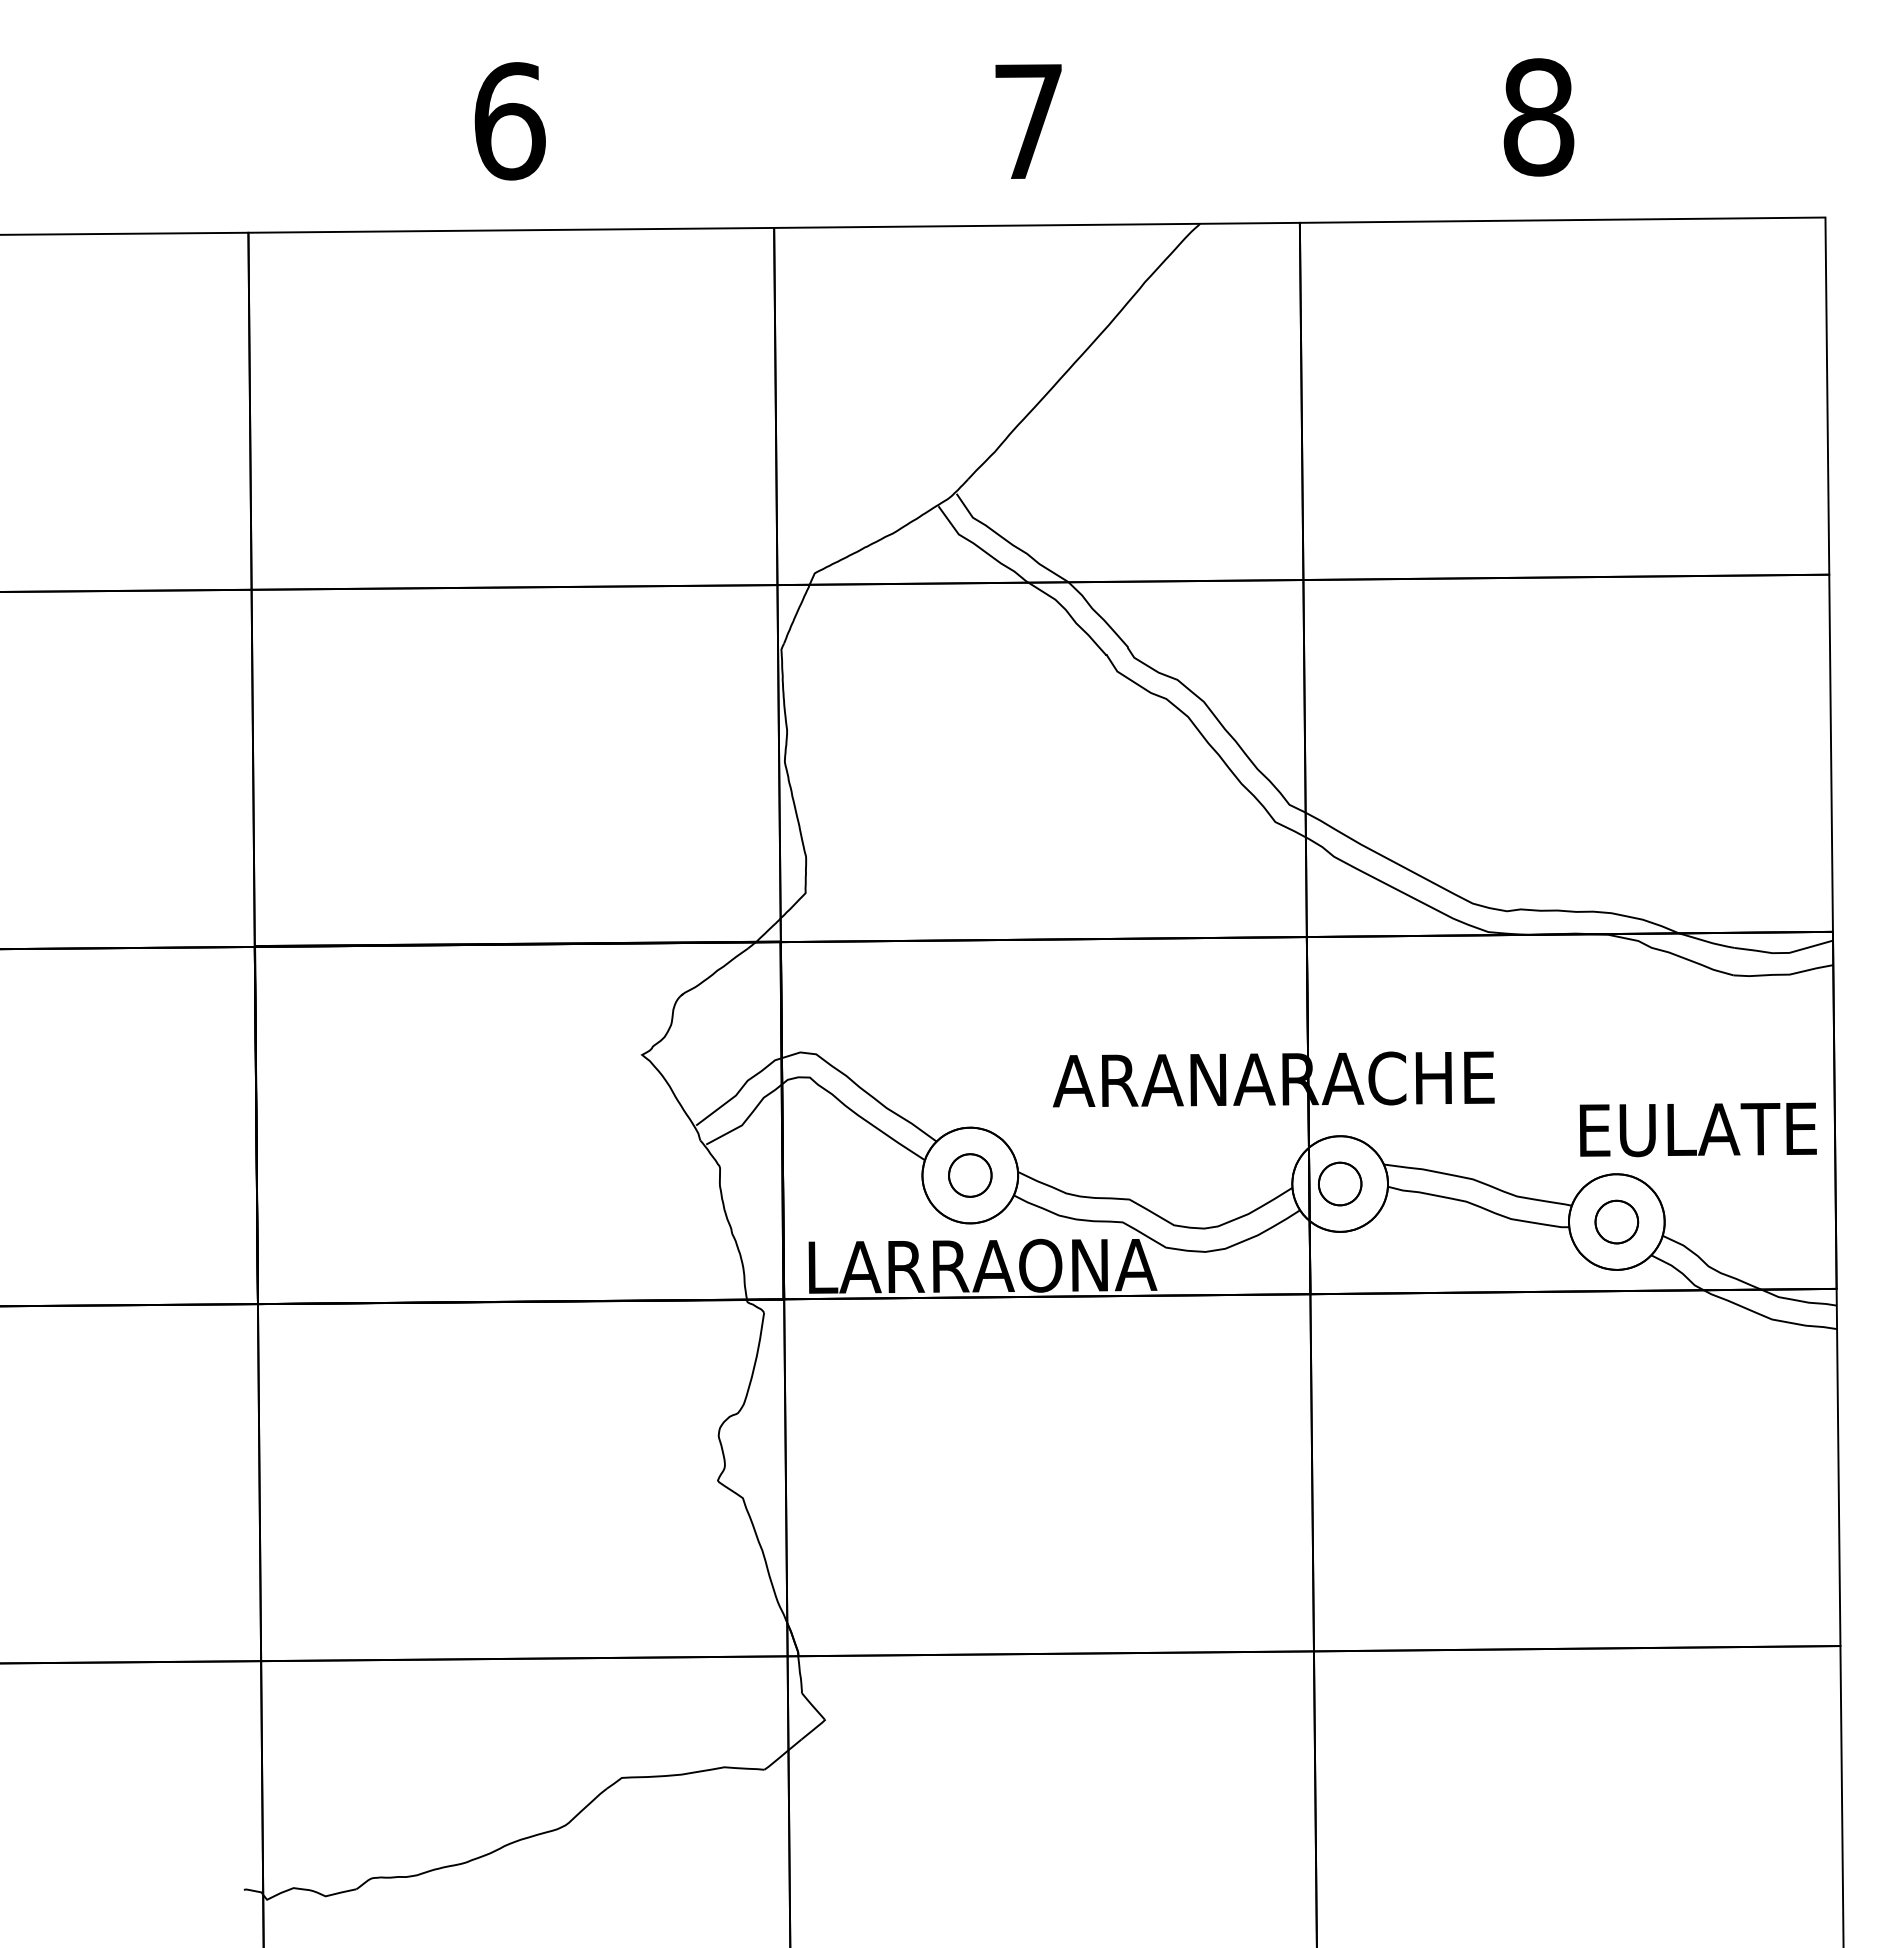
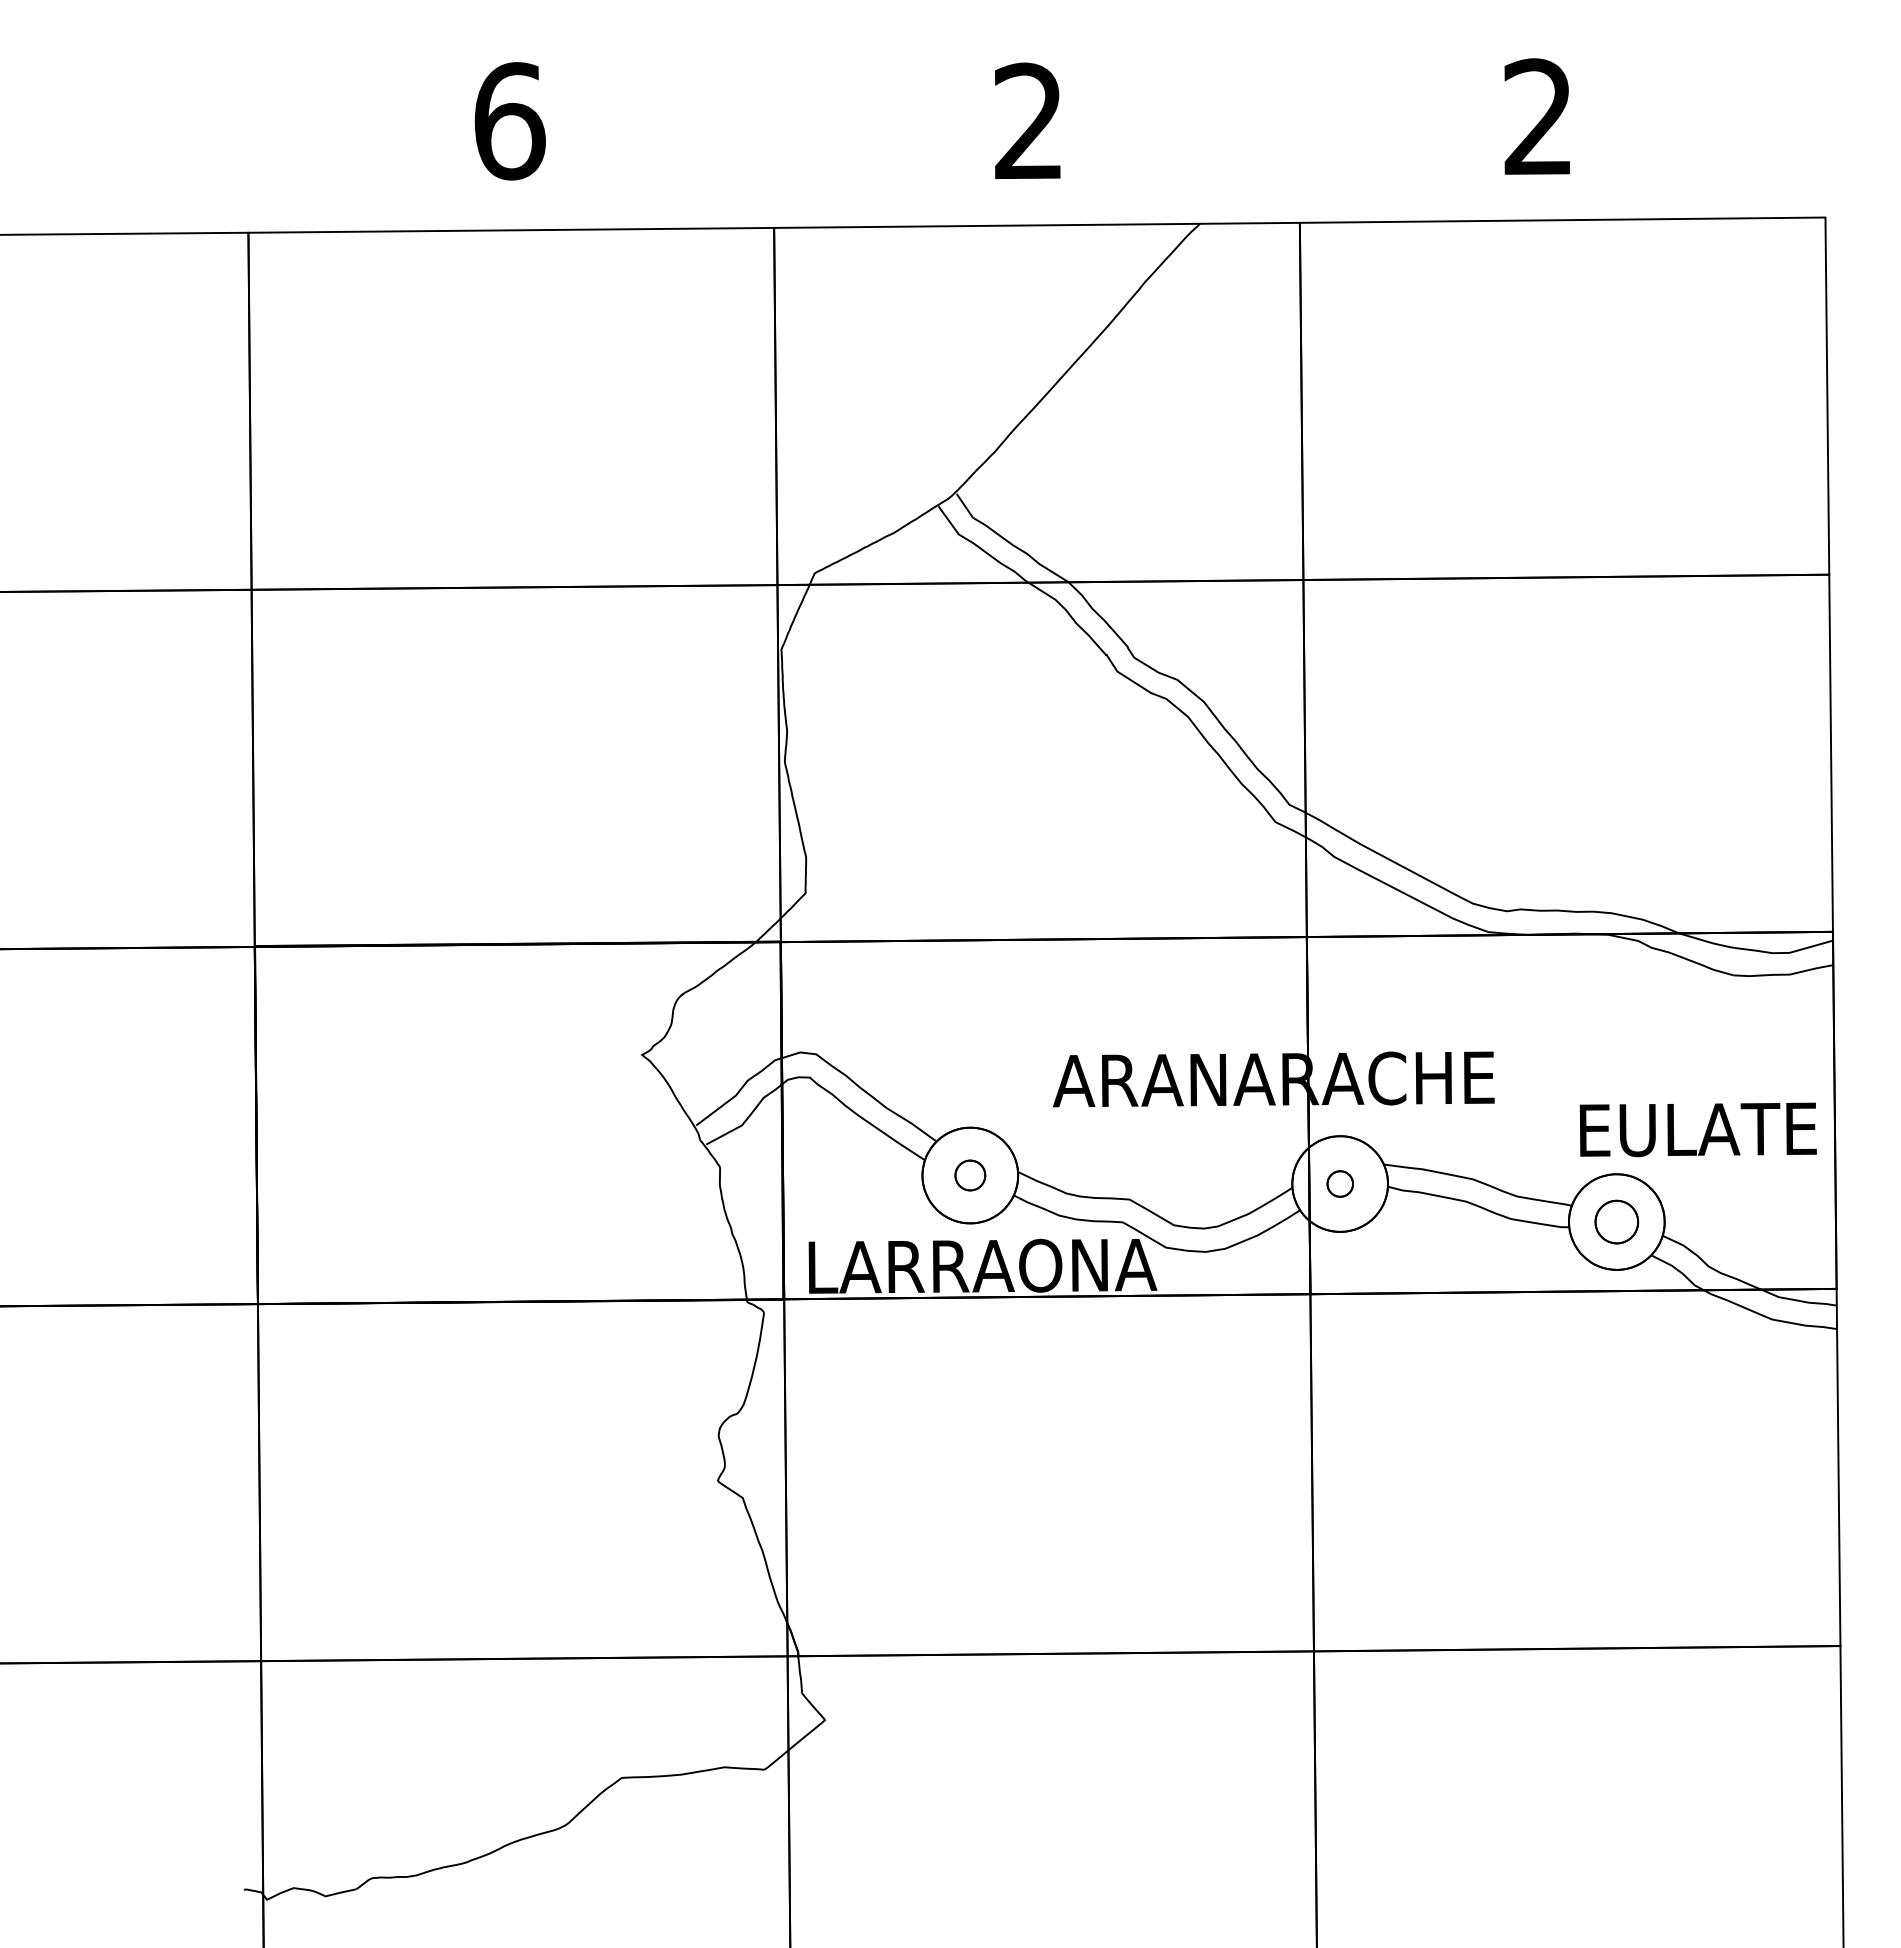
text at (1538, 117): 8 -> 2
text at (1028, 120): 7 -> 2
part at (970, 1175) size: 45x45 px -> 33x33 px
part at (1340, 1183) size: 45x46 px -> 28x28 px
